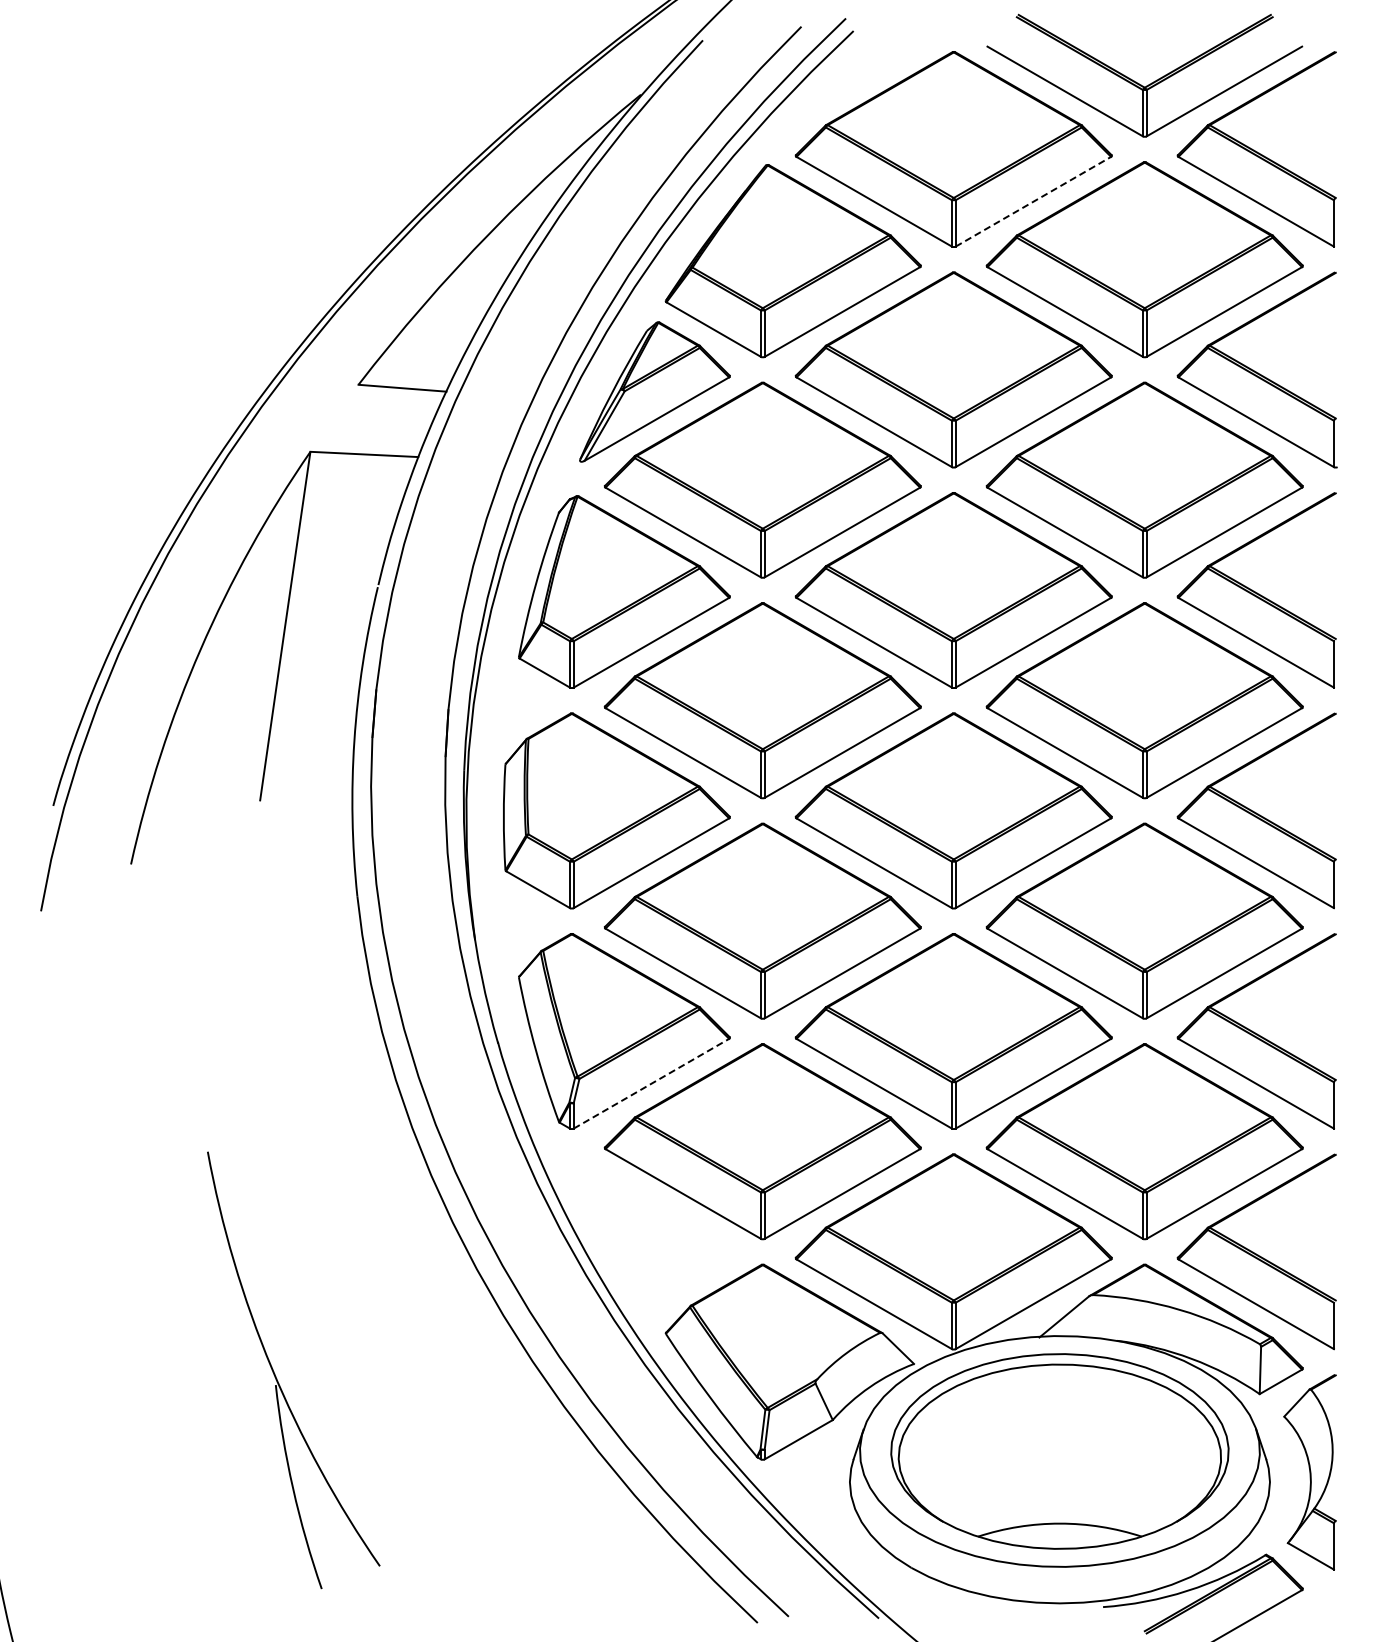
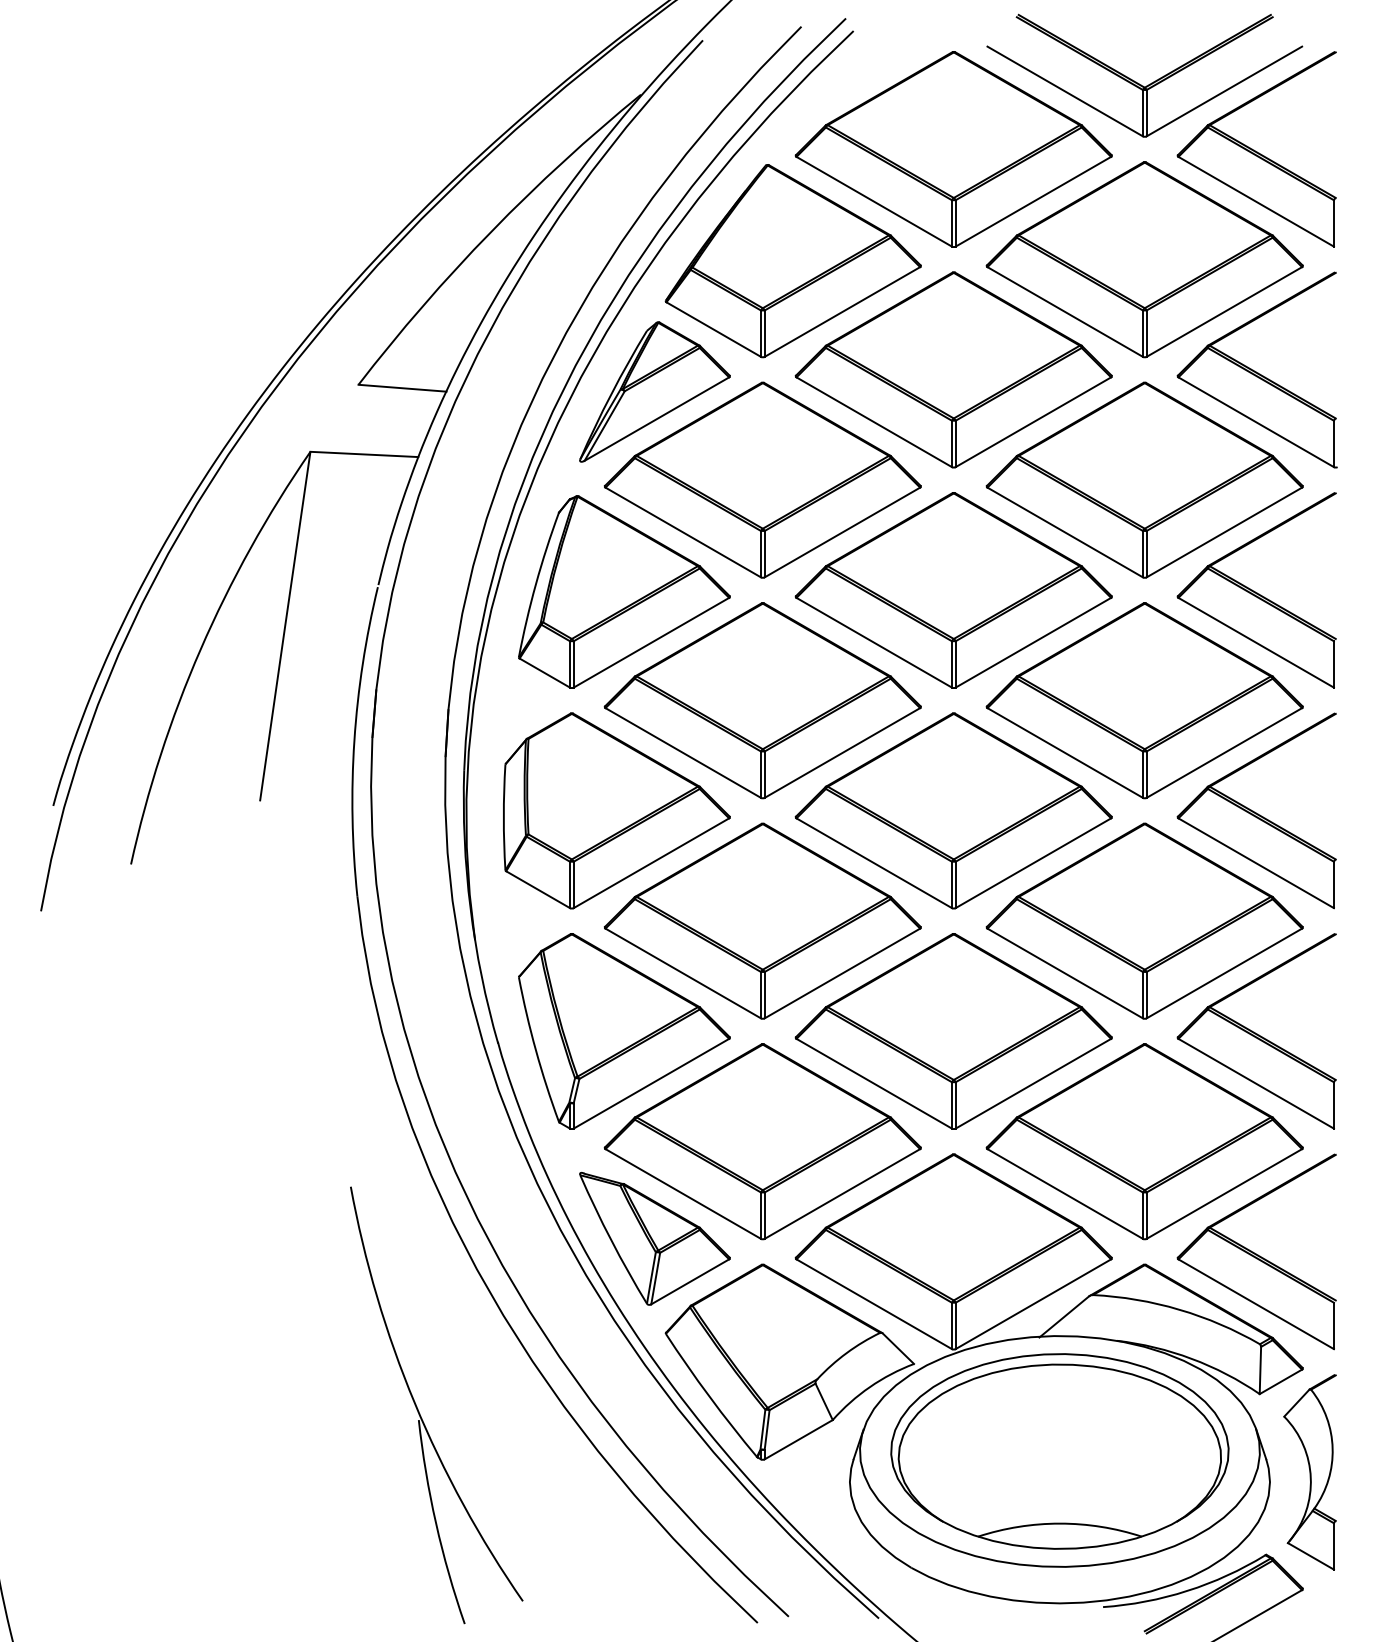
line at (1033, 201): dashed -> solid
line at (651, 1083): dashed -> solid
part at (654, 1238): none -> present
part at (277, 1378) position: (277, 1378) -> (420, 1413)
